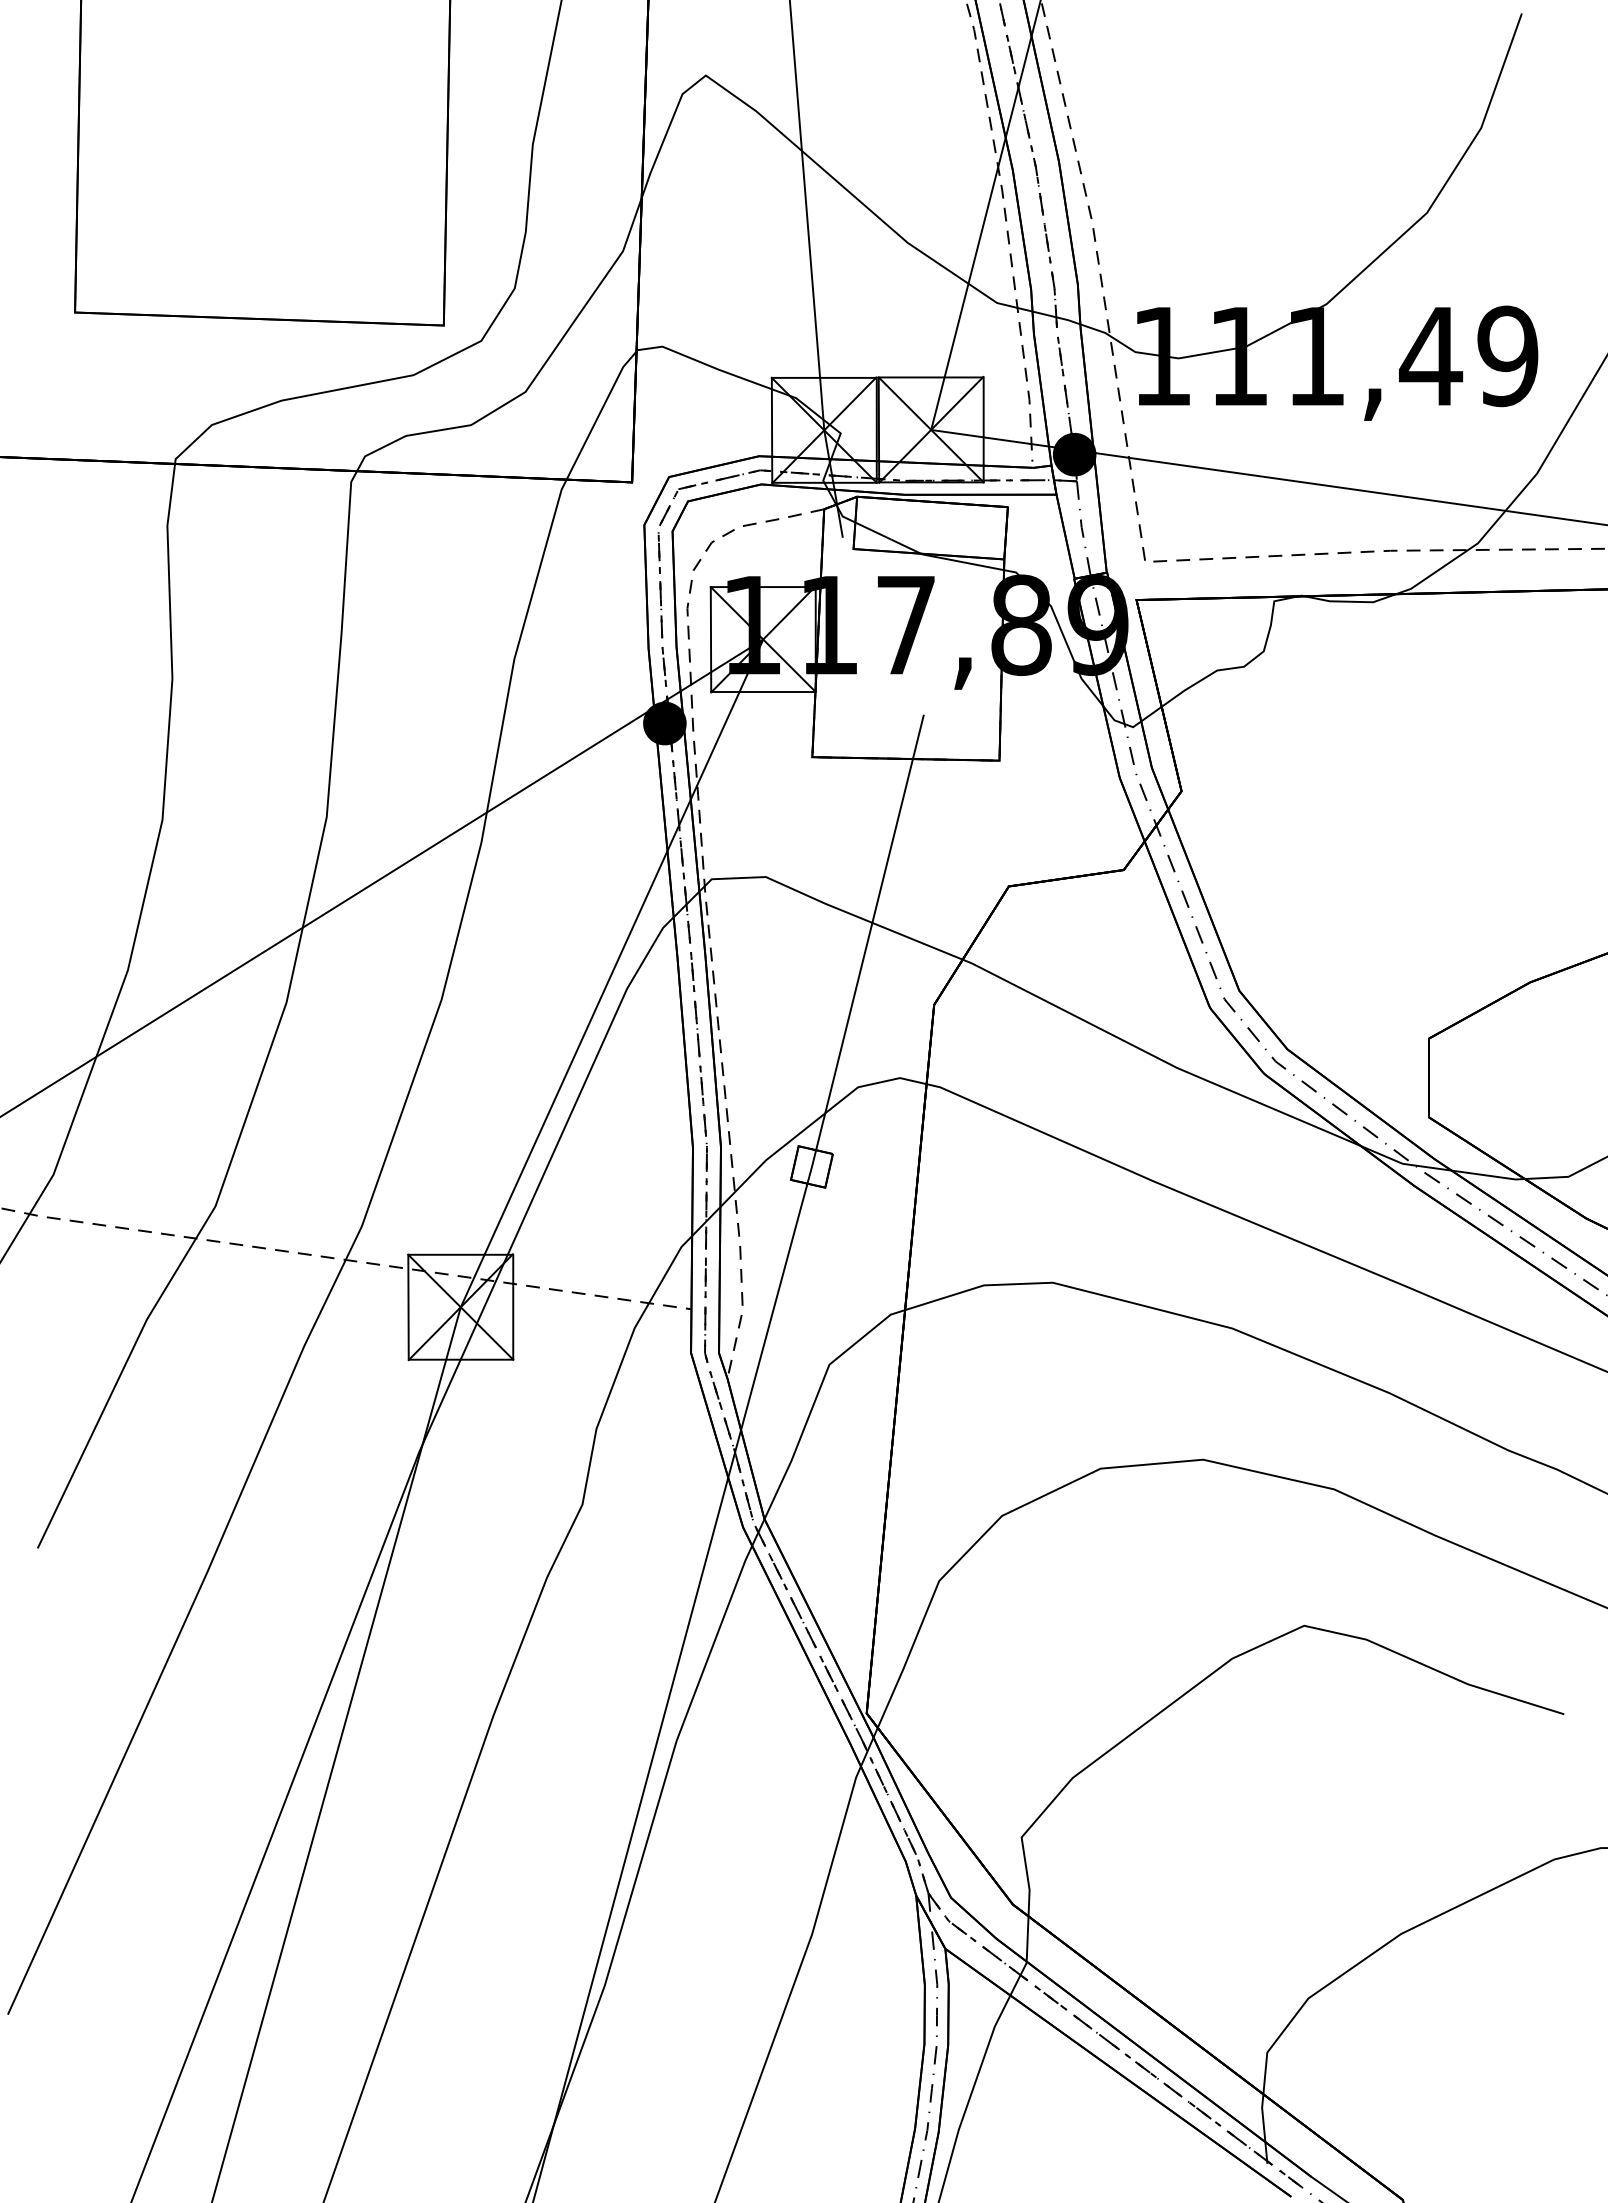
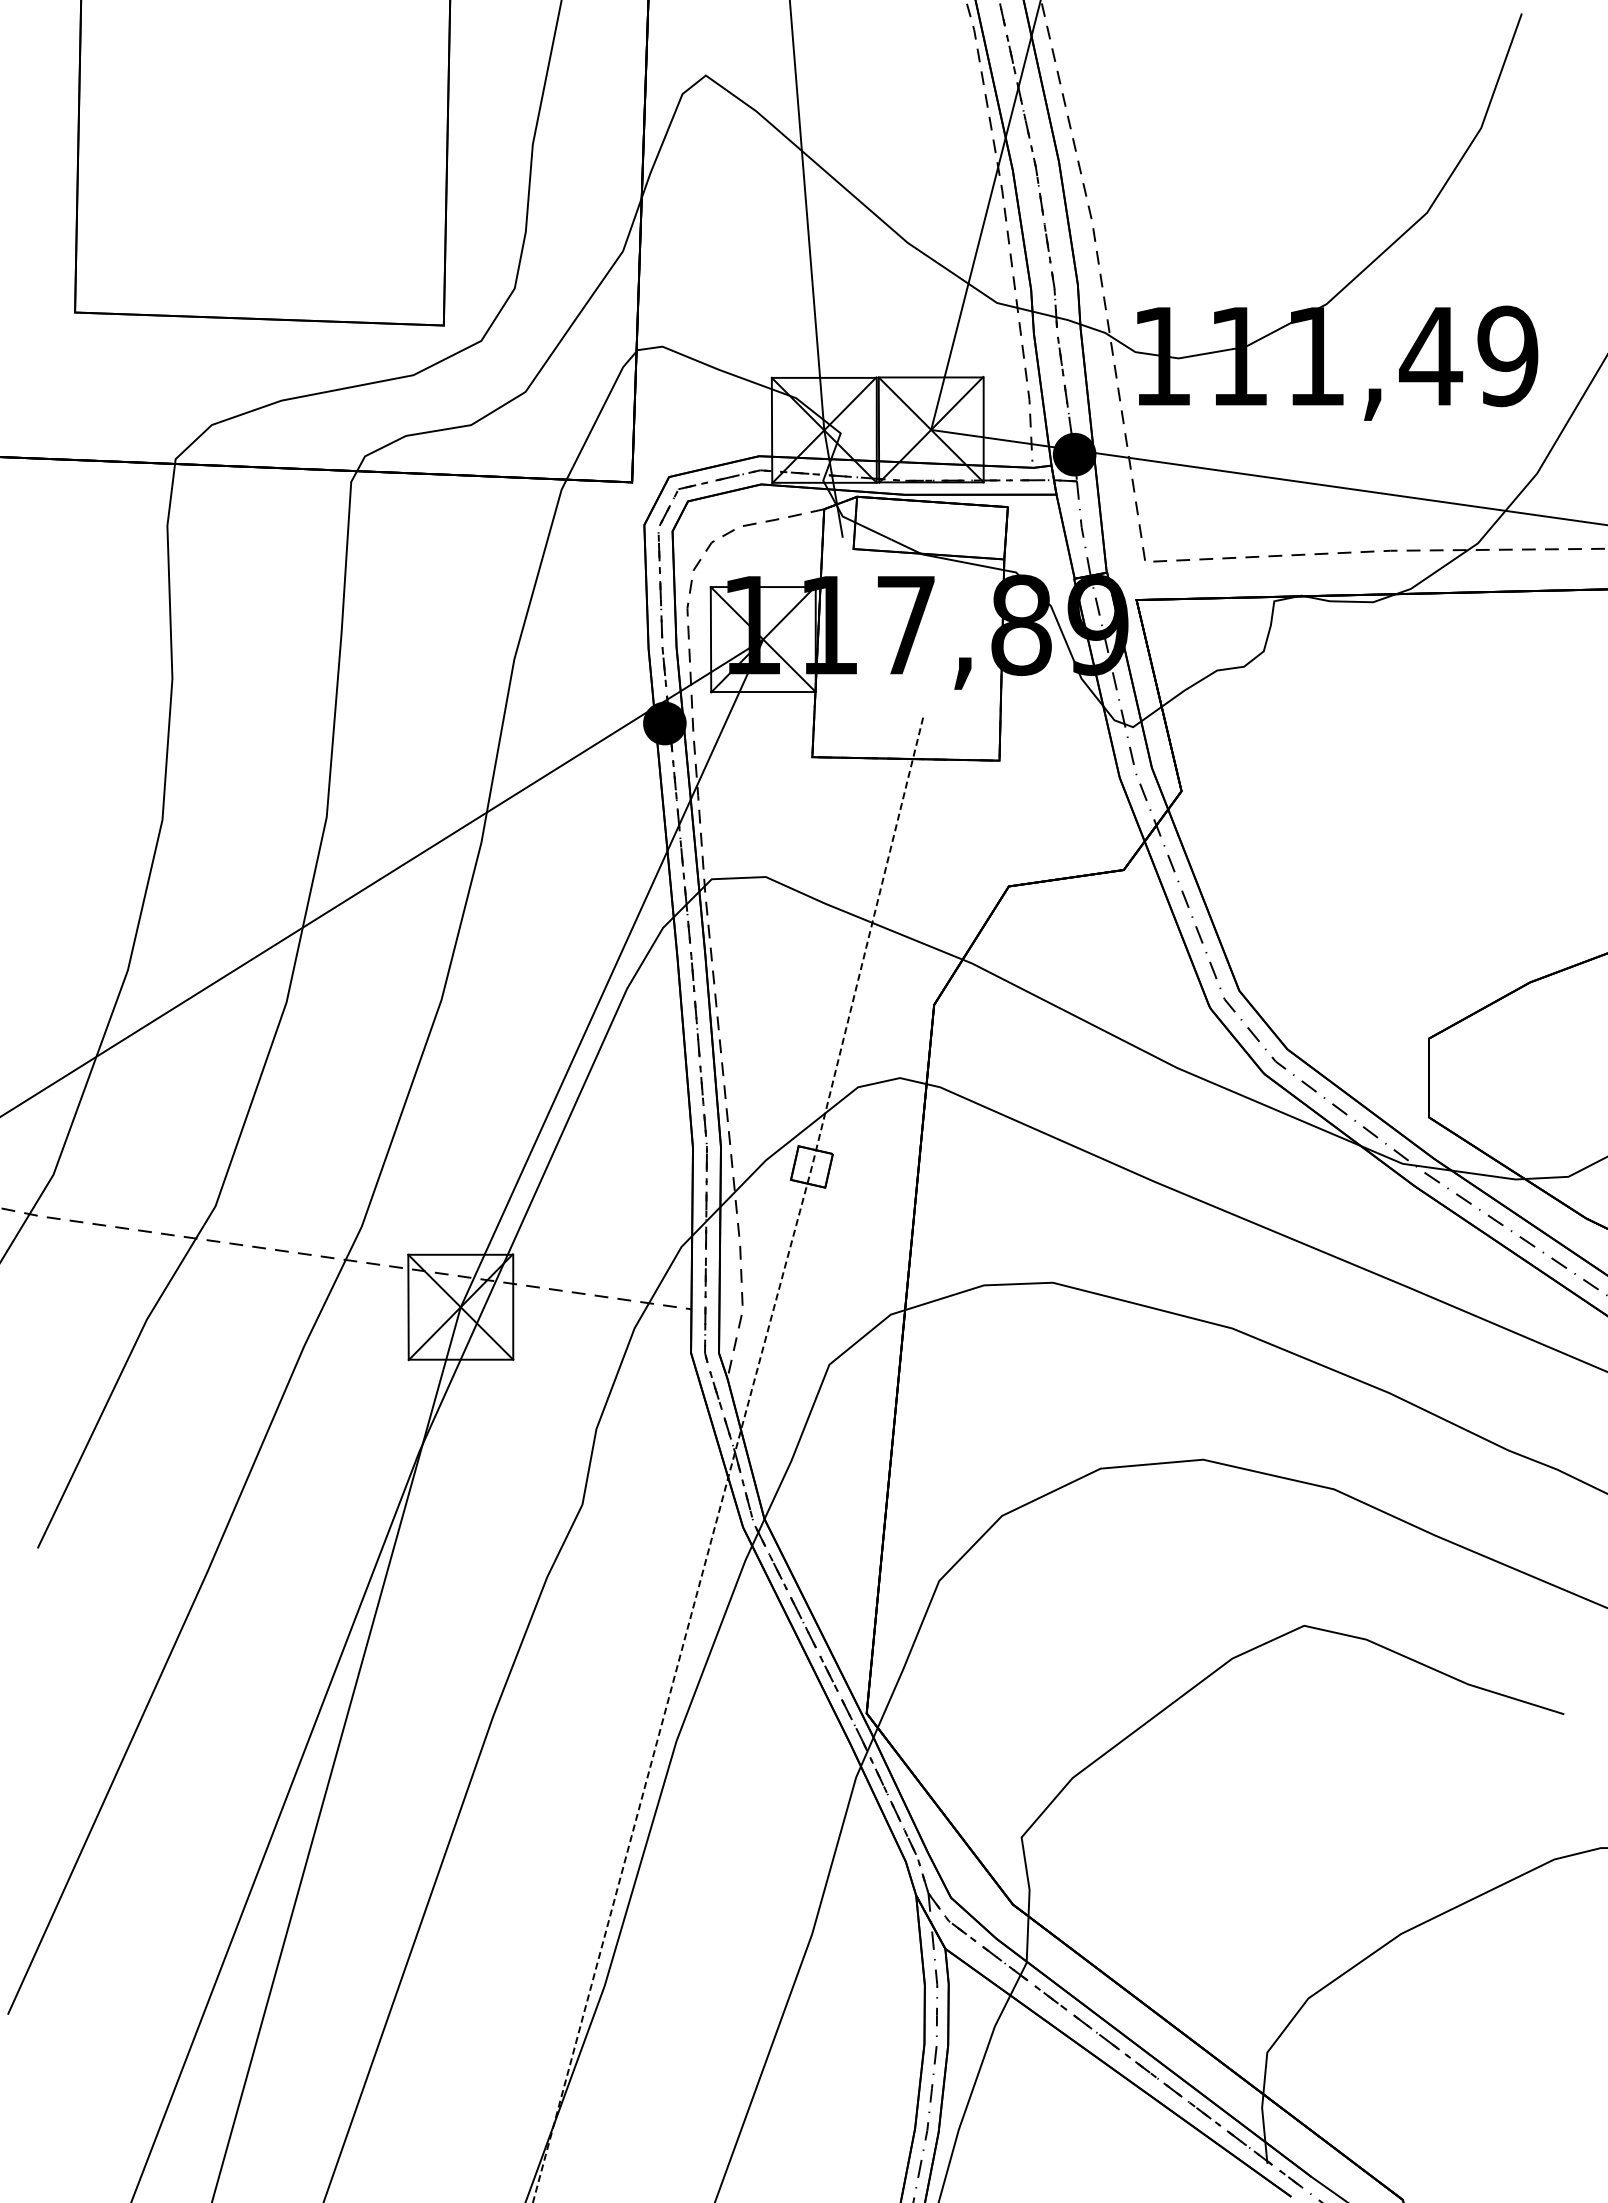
line at (733, 1459): solid -> dashed
